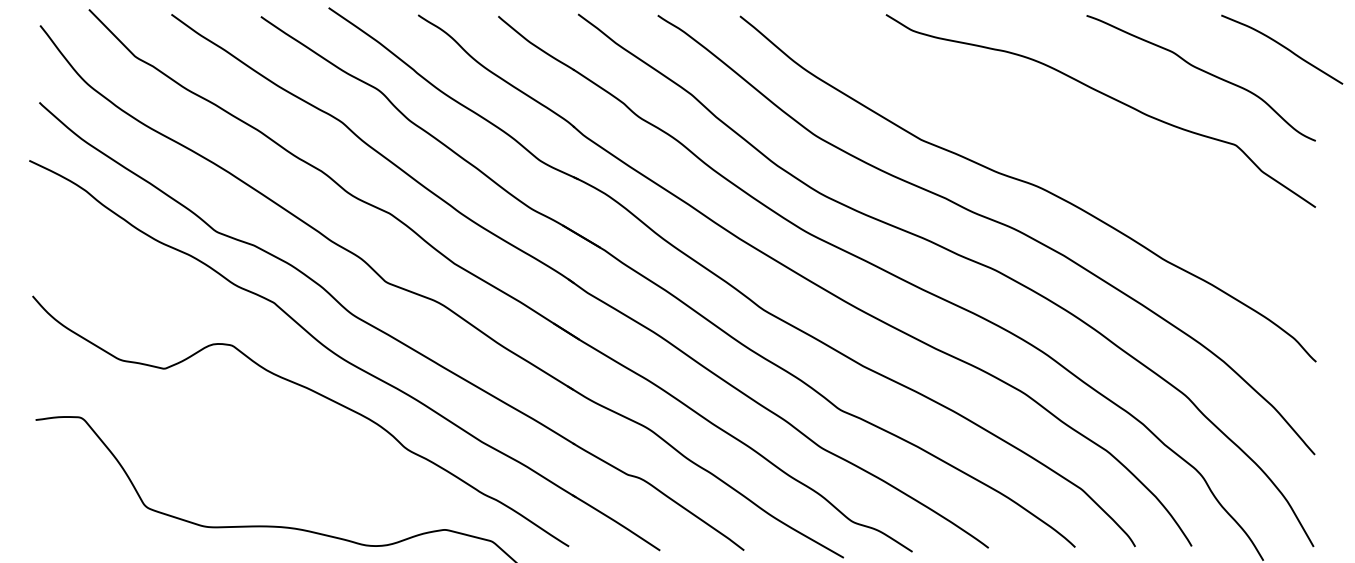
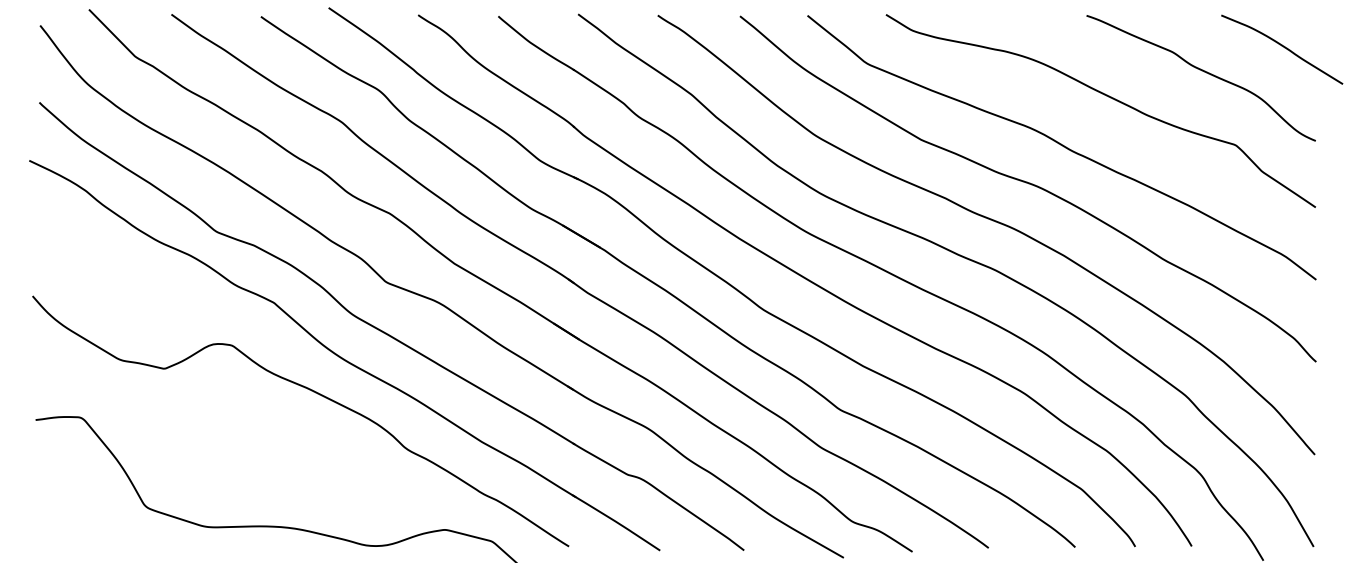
curve at (1062, 146): none -> present
